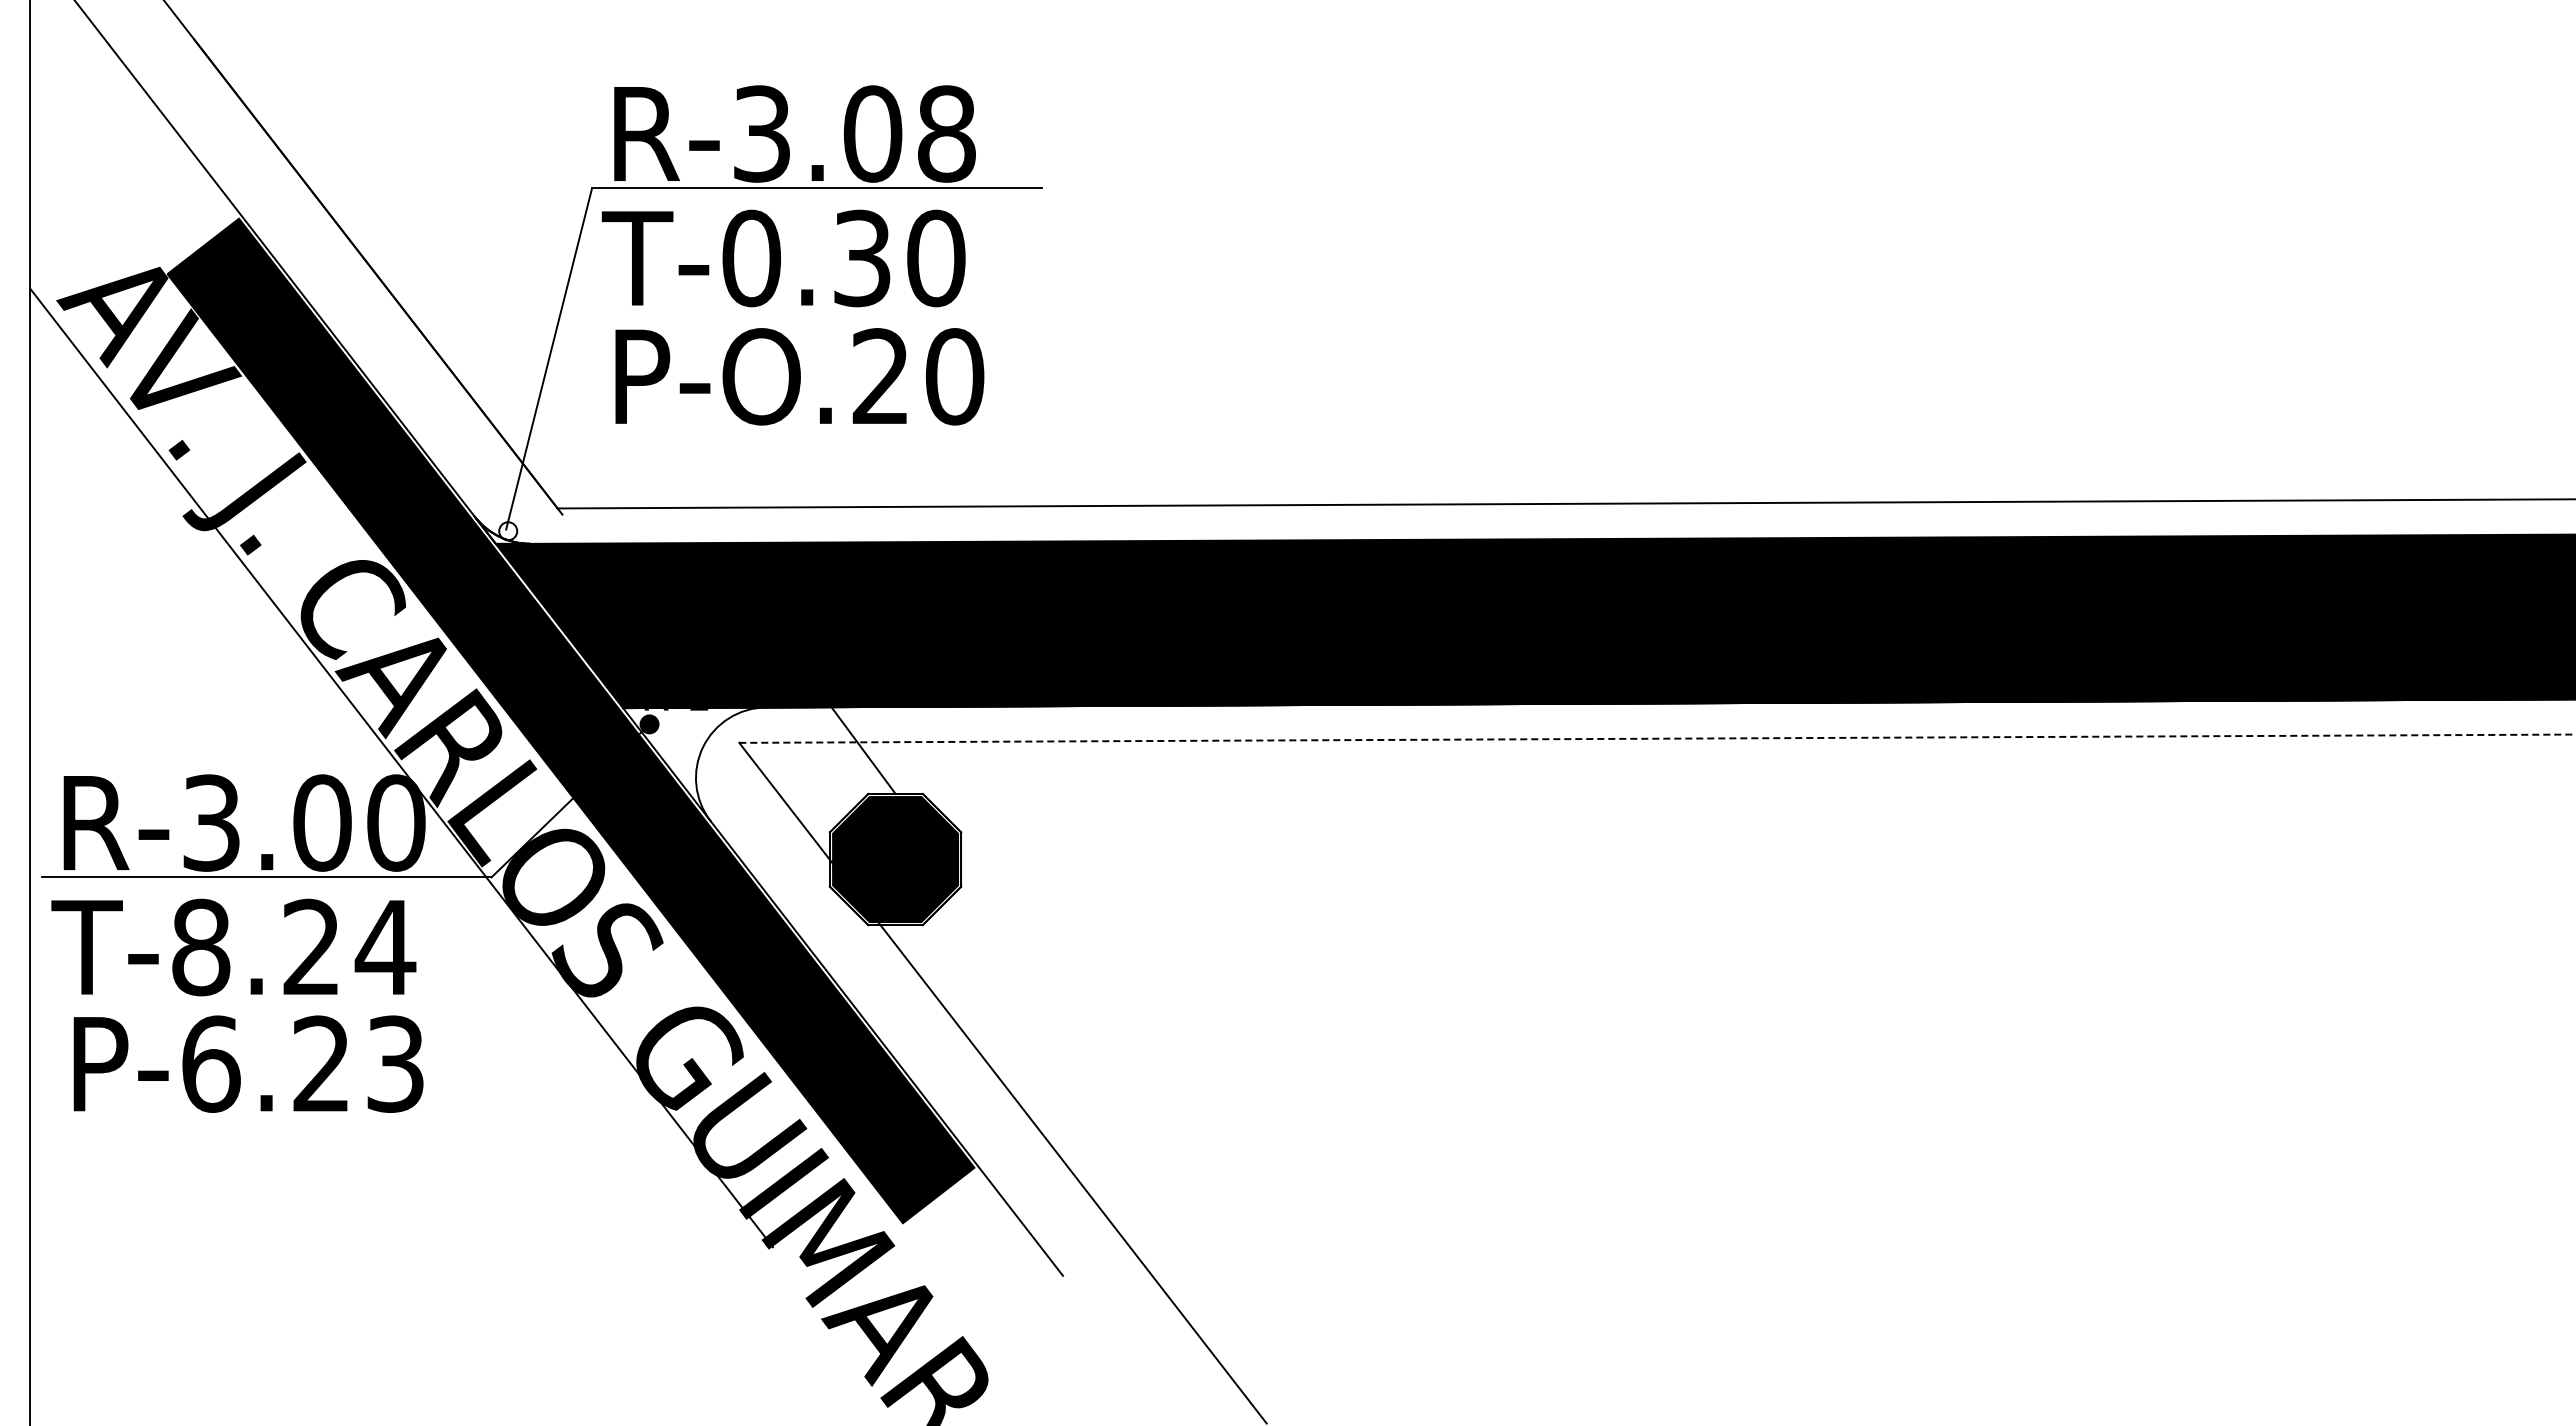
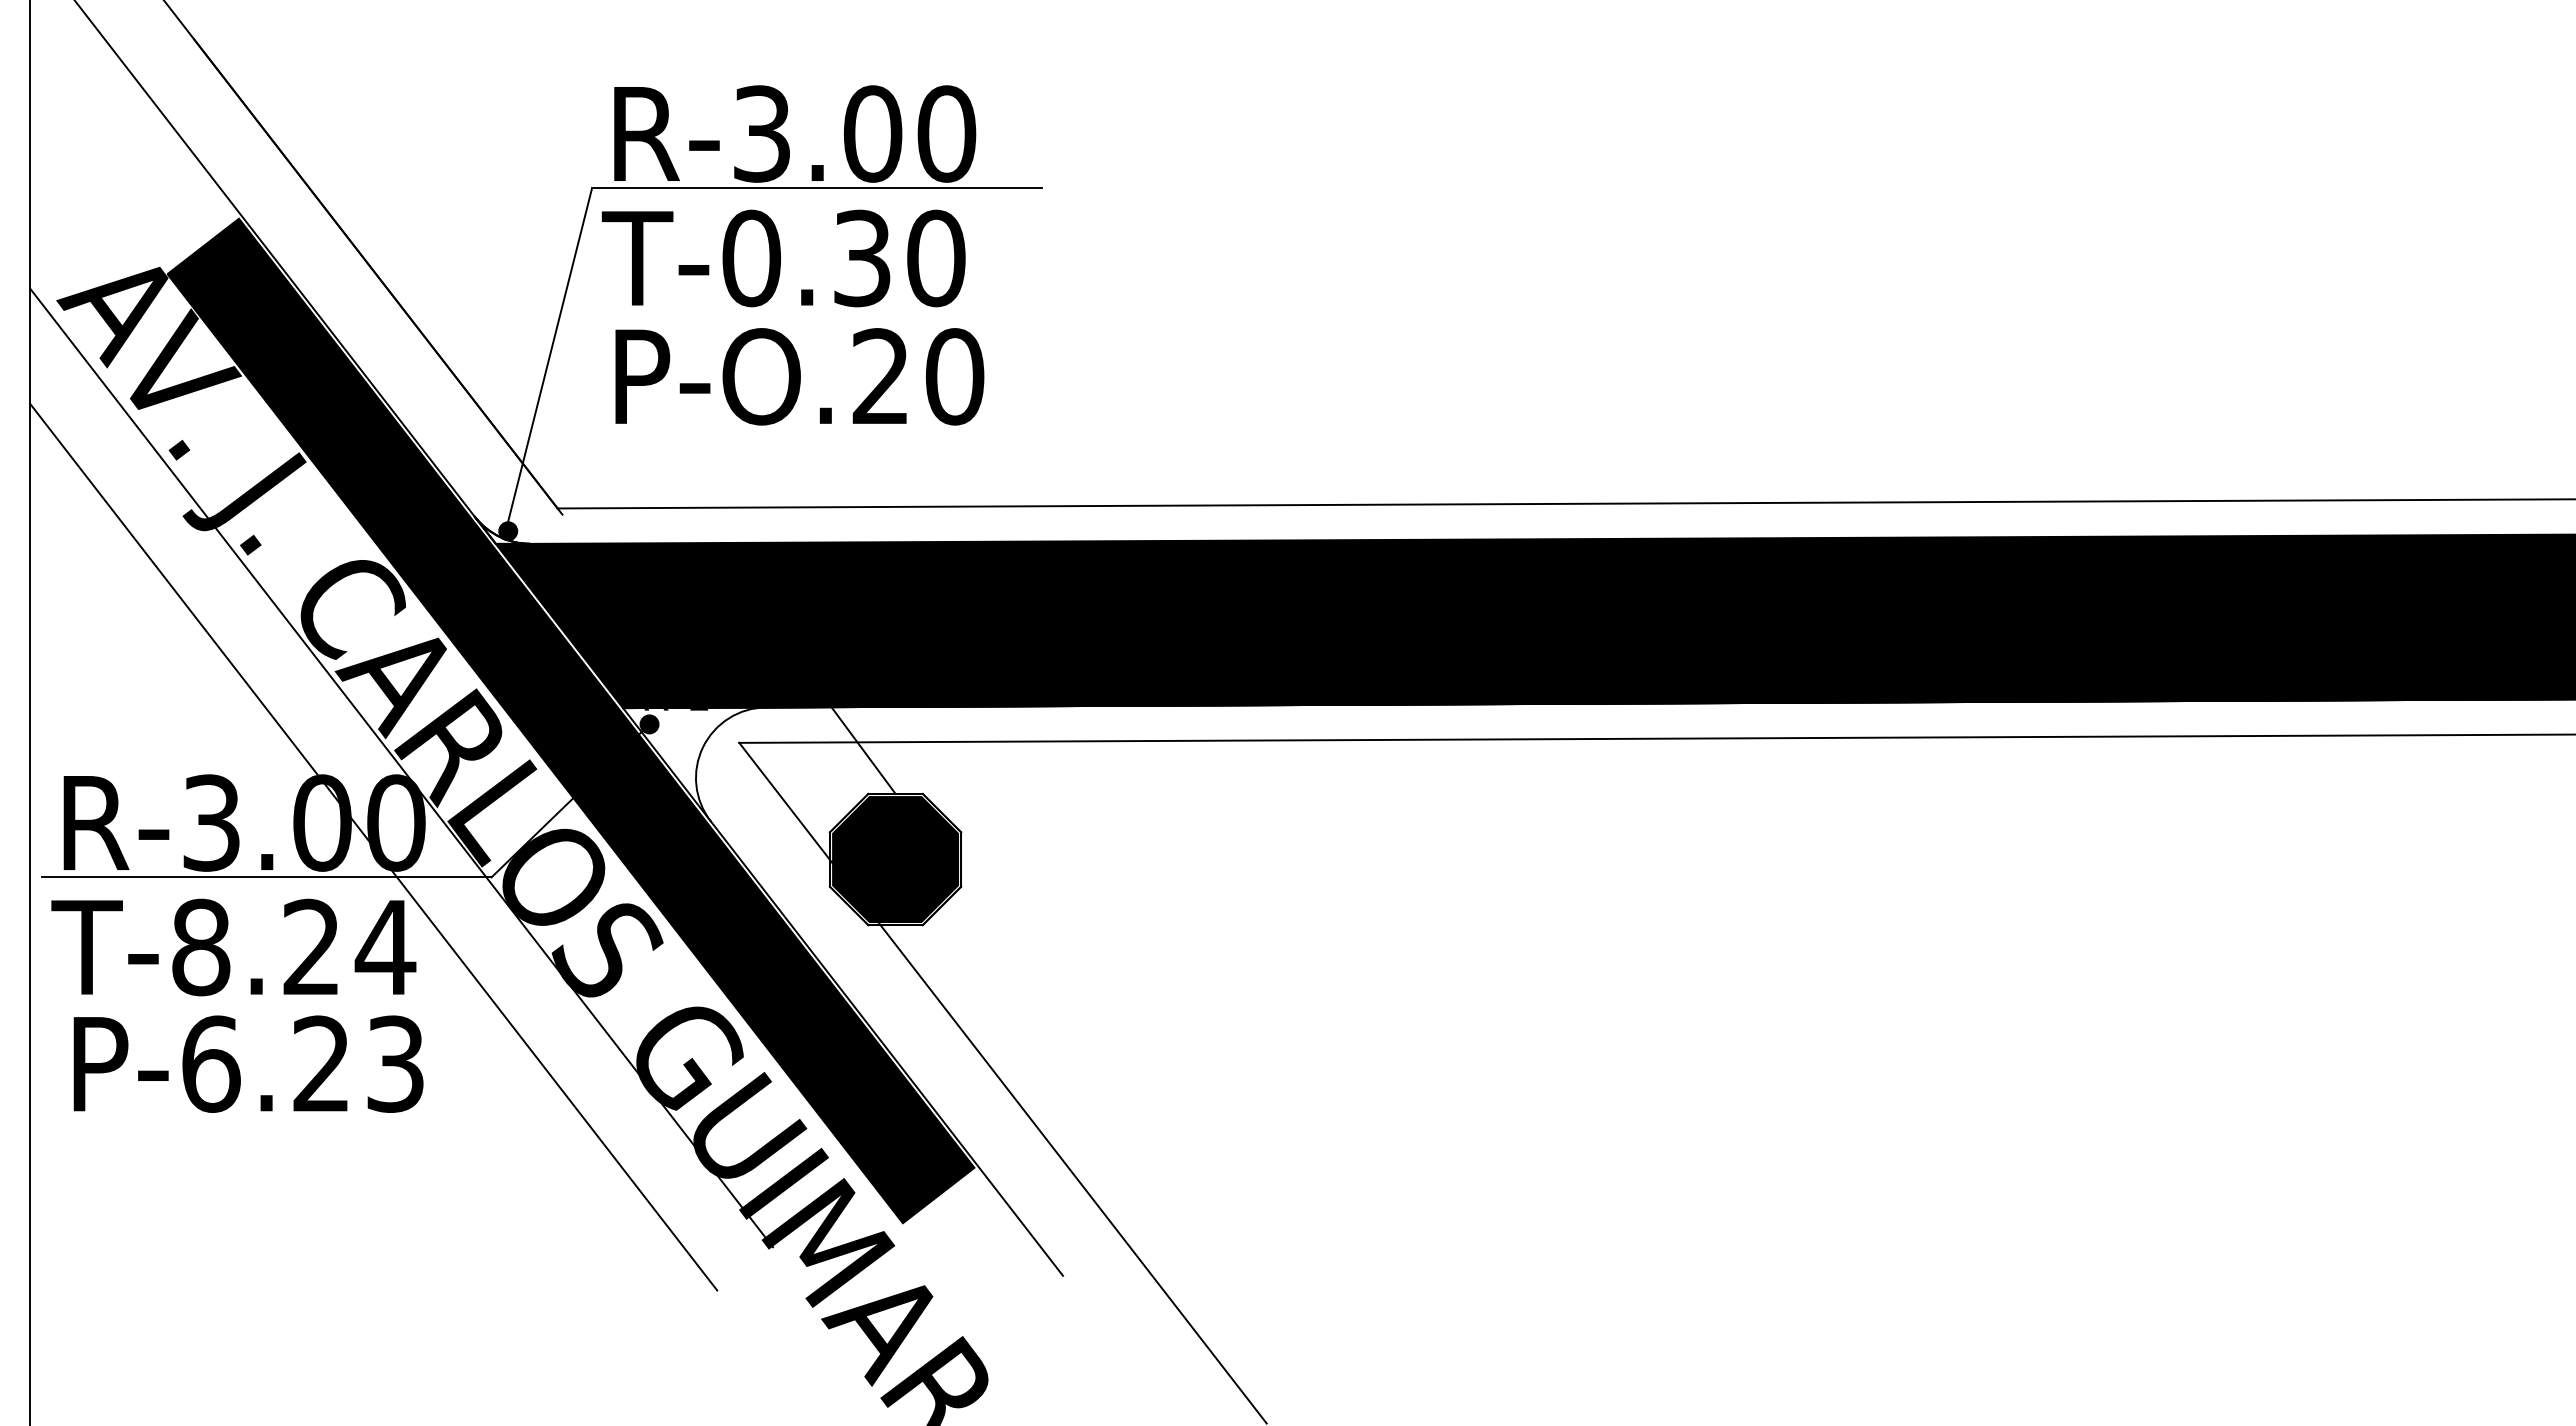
text at (946, 133): R-3.08 -> R-3.00
fill at (508, 531): none -> present
line at (1658, 738): dashed -> solid
line at (373, 846): none -> present
